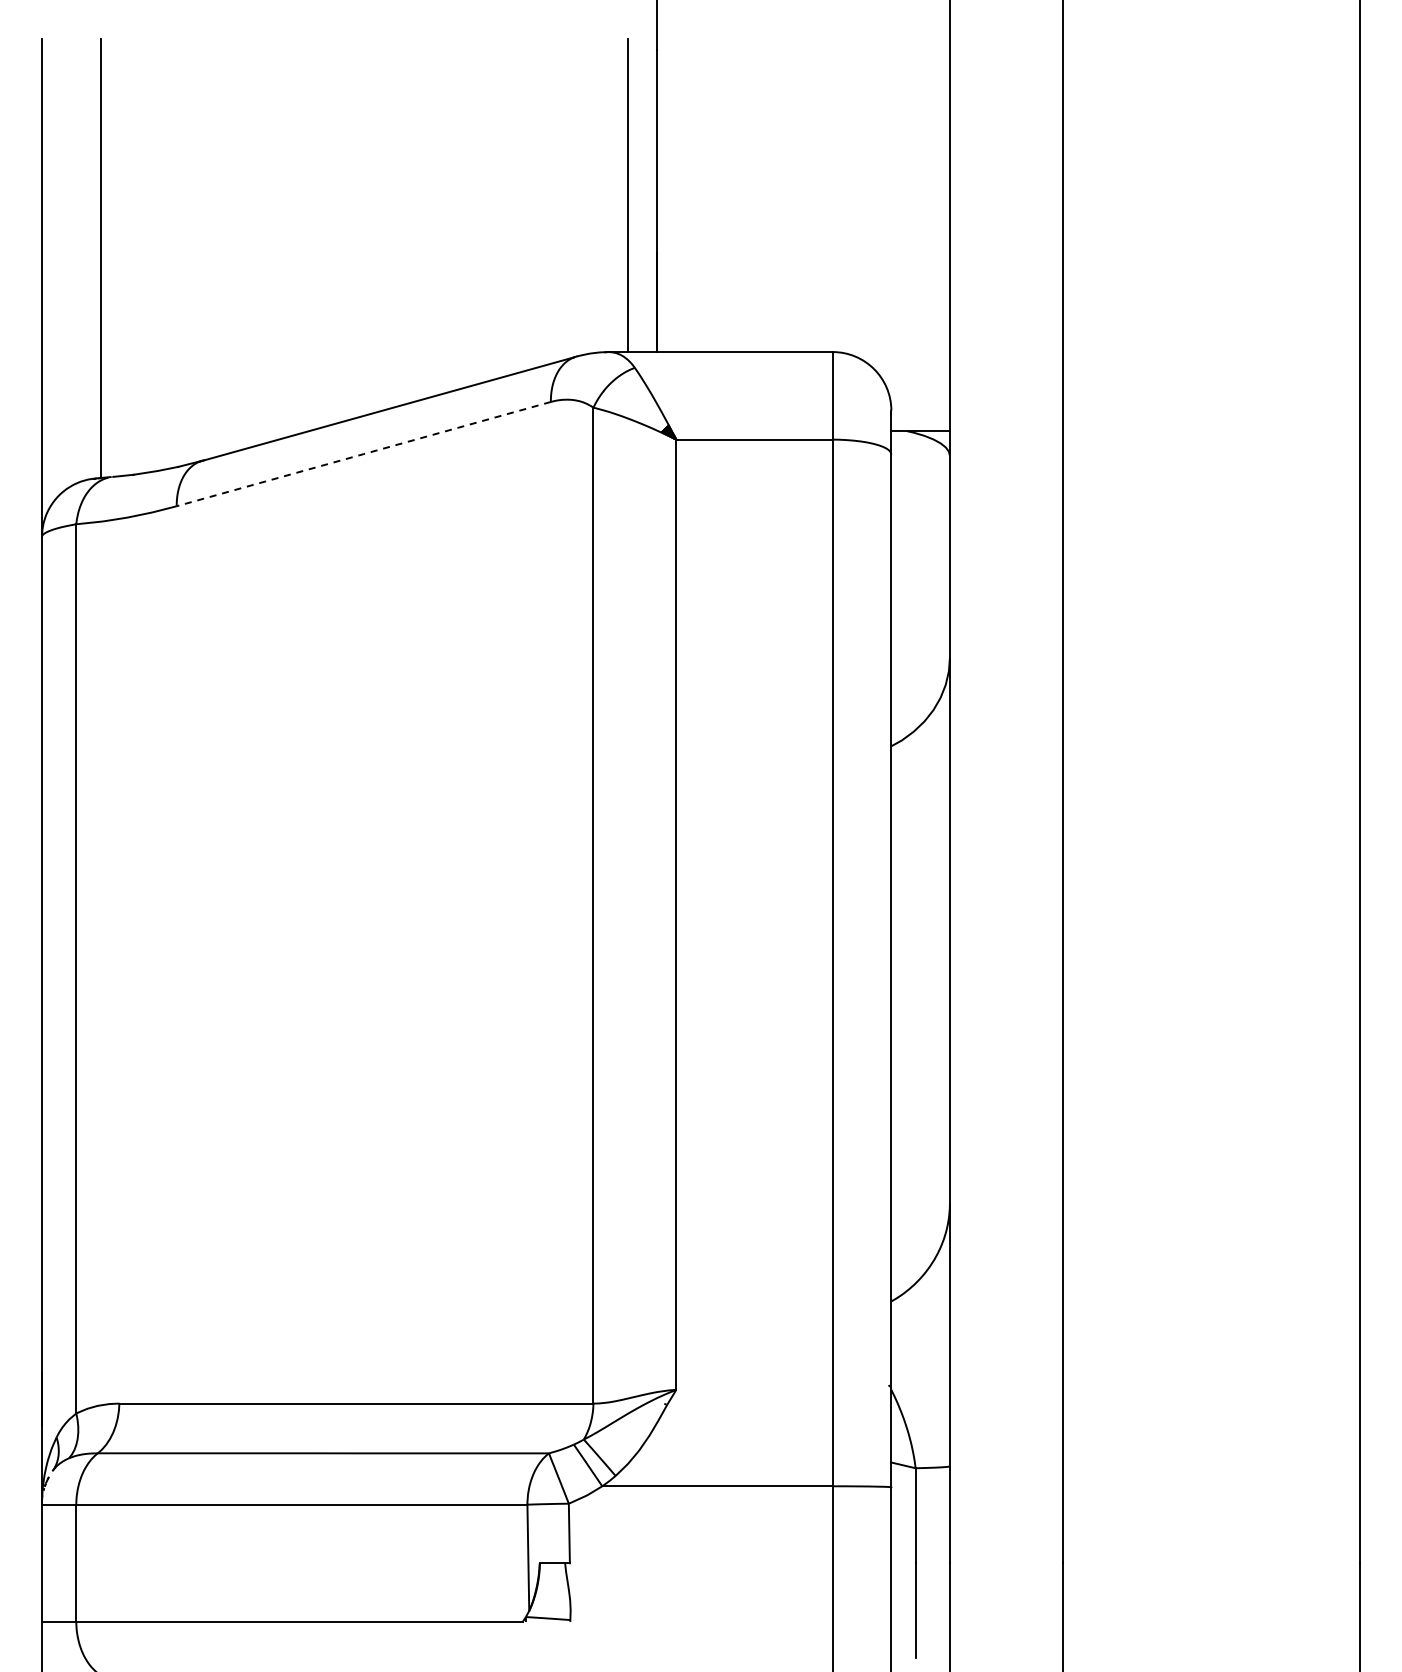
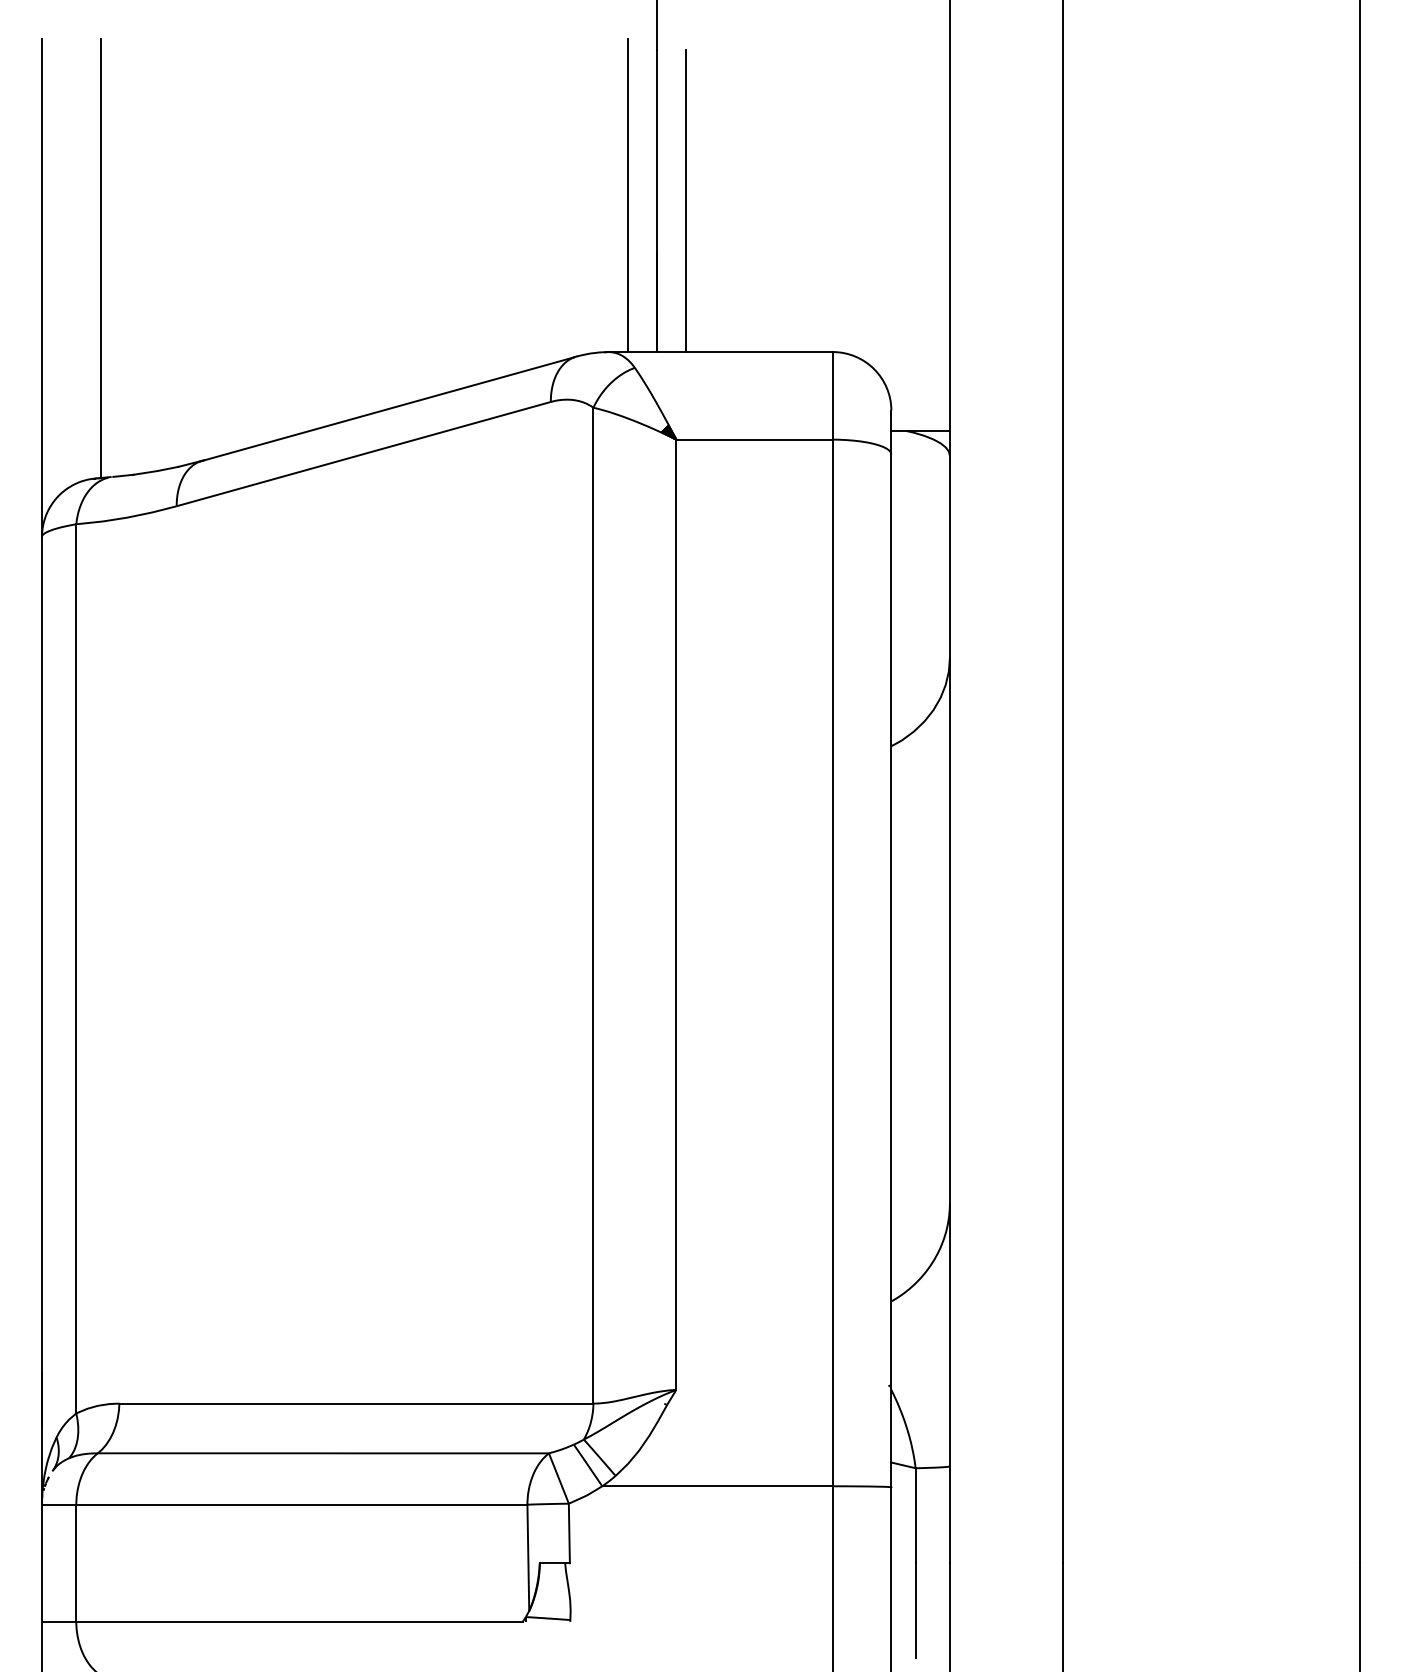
line at (686, 201): none -> present
line at (363, 454): dashed -> solid
